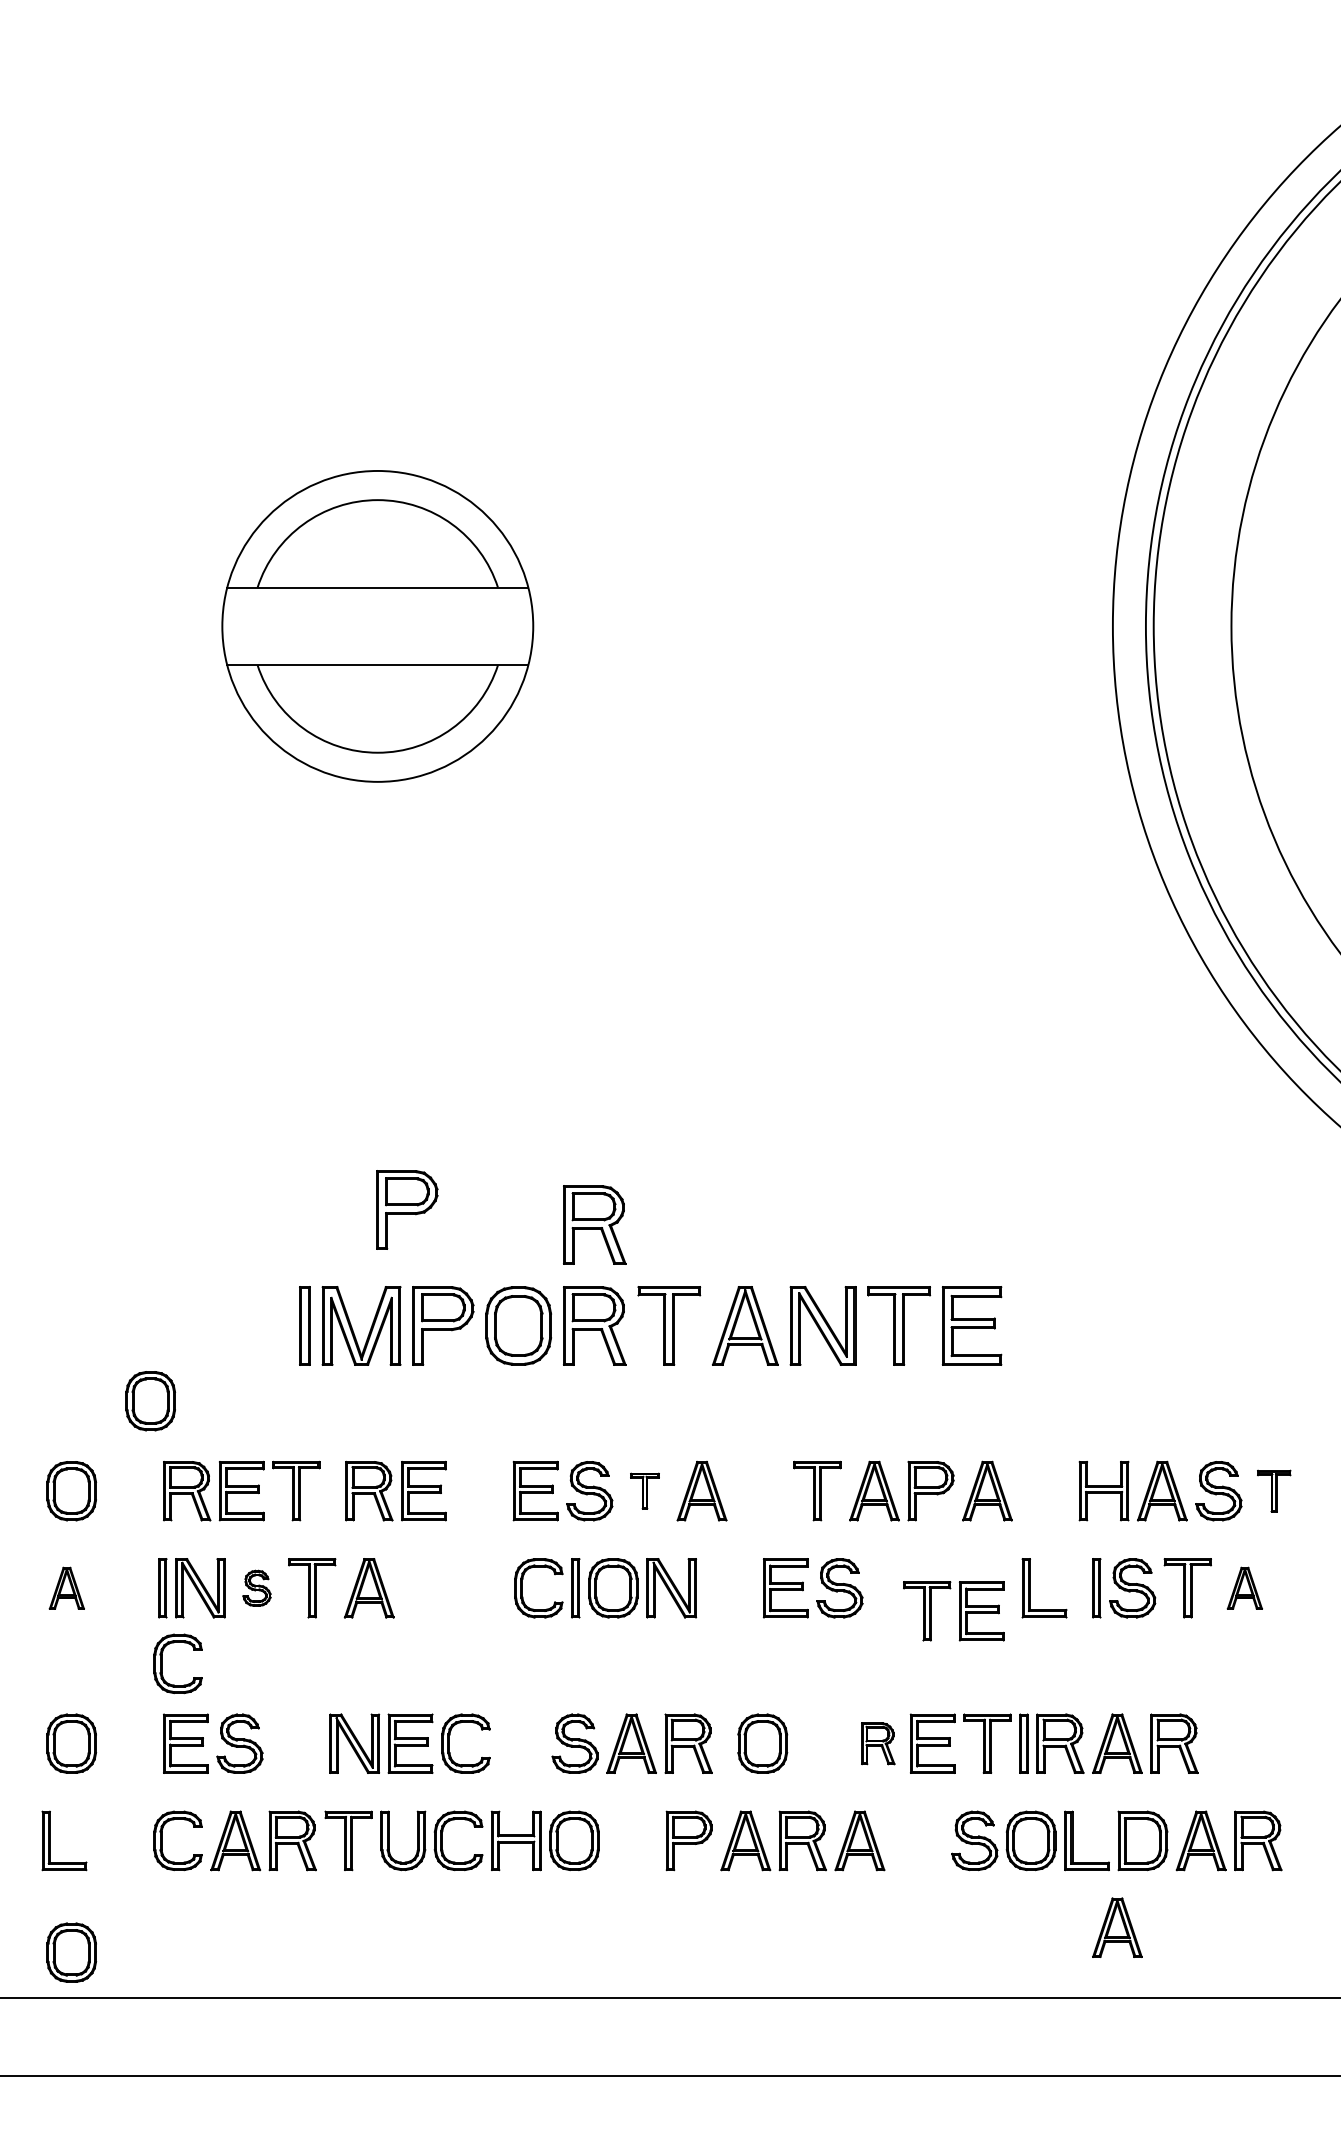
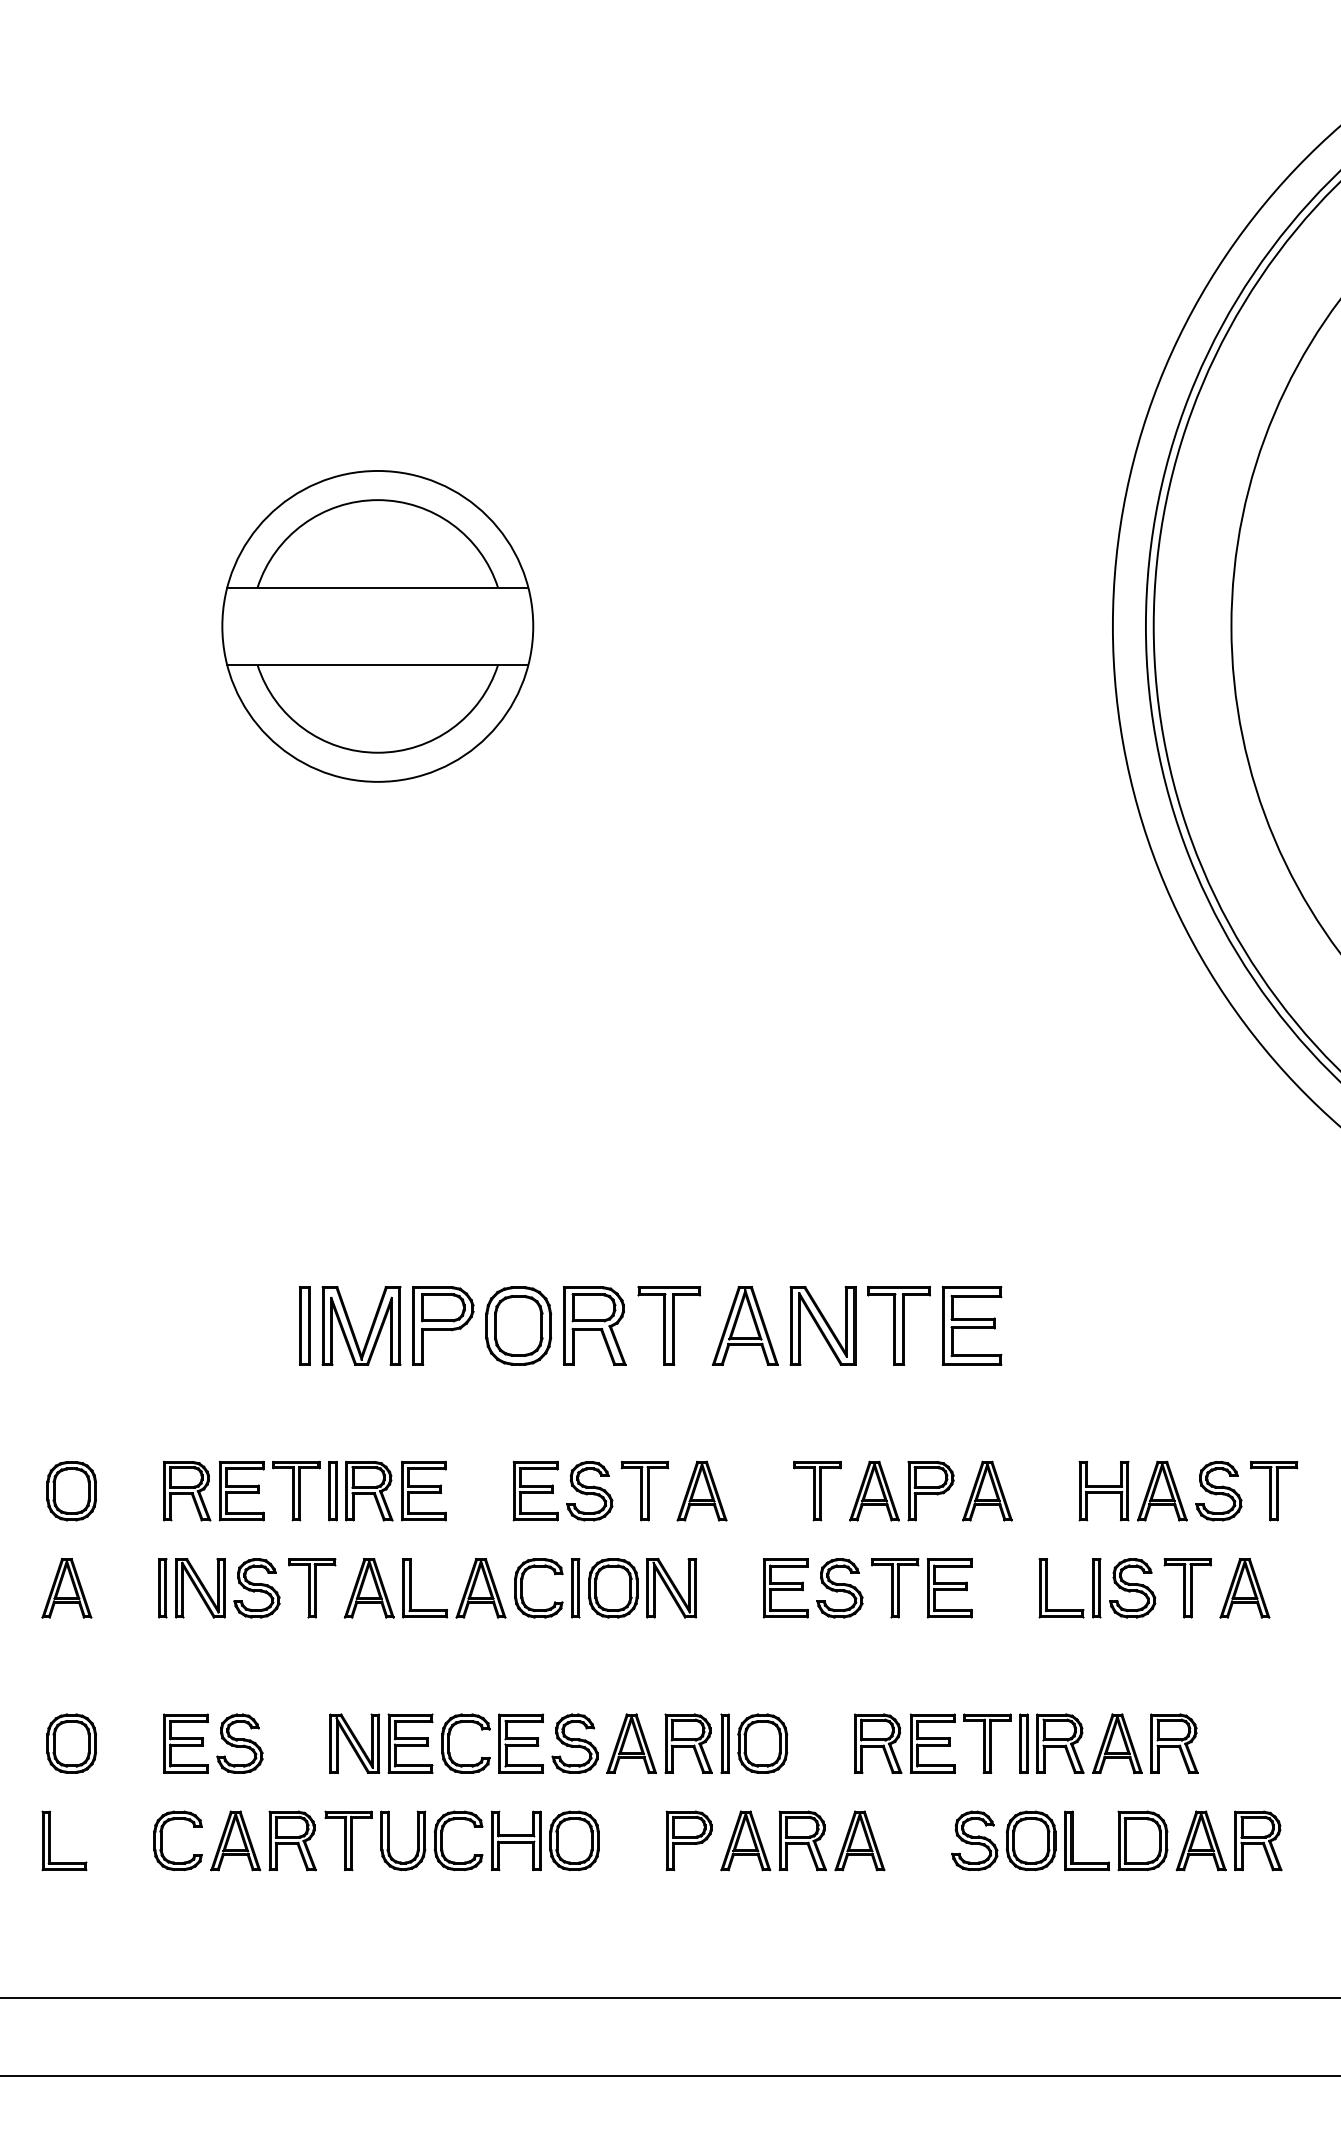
part at (407, 1209): present -> none
part at (594, 1224): present -> none
part at (150, 1401): present -> none
part at (332, 1490): none -> present
part at (644, 1490) size: 30x38 px -> 50x61 px
part at (1274, 1490) size: 35x44 px -> 49x61 px
part at (66, 1587) size: 37x44 px -> 52x61 px
part at (256, 1587) size: 30x38 px -> 48x61 px
part at (1244, 1587) size: 37x44 px -> 52x61 px
part at (1030, 1588) position: (1030, 1588) -> (1047, 1588)
part at (464, 1590): none -> present
part at (953, 1611) position: (953, 1611) -> (921, 1588)
part at (162, 1663): present -> none
part at (520, 1743): none -> present
part at (724, 1743): none -> present
part at (878, 1743) size: 35x44 px -> 49x61 px
part at (1117, 1927): present -> none
part at (71, 1952): present -> none
